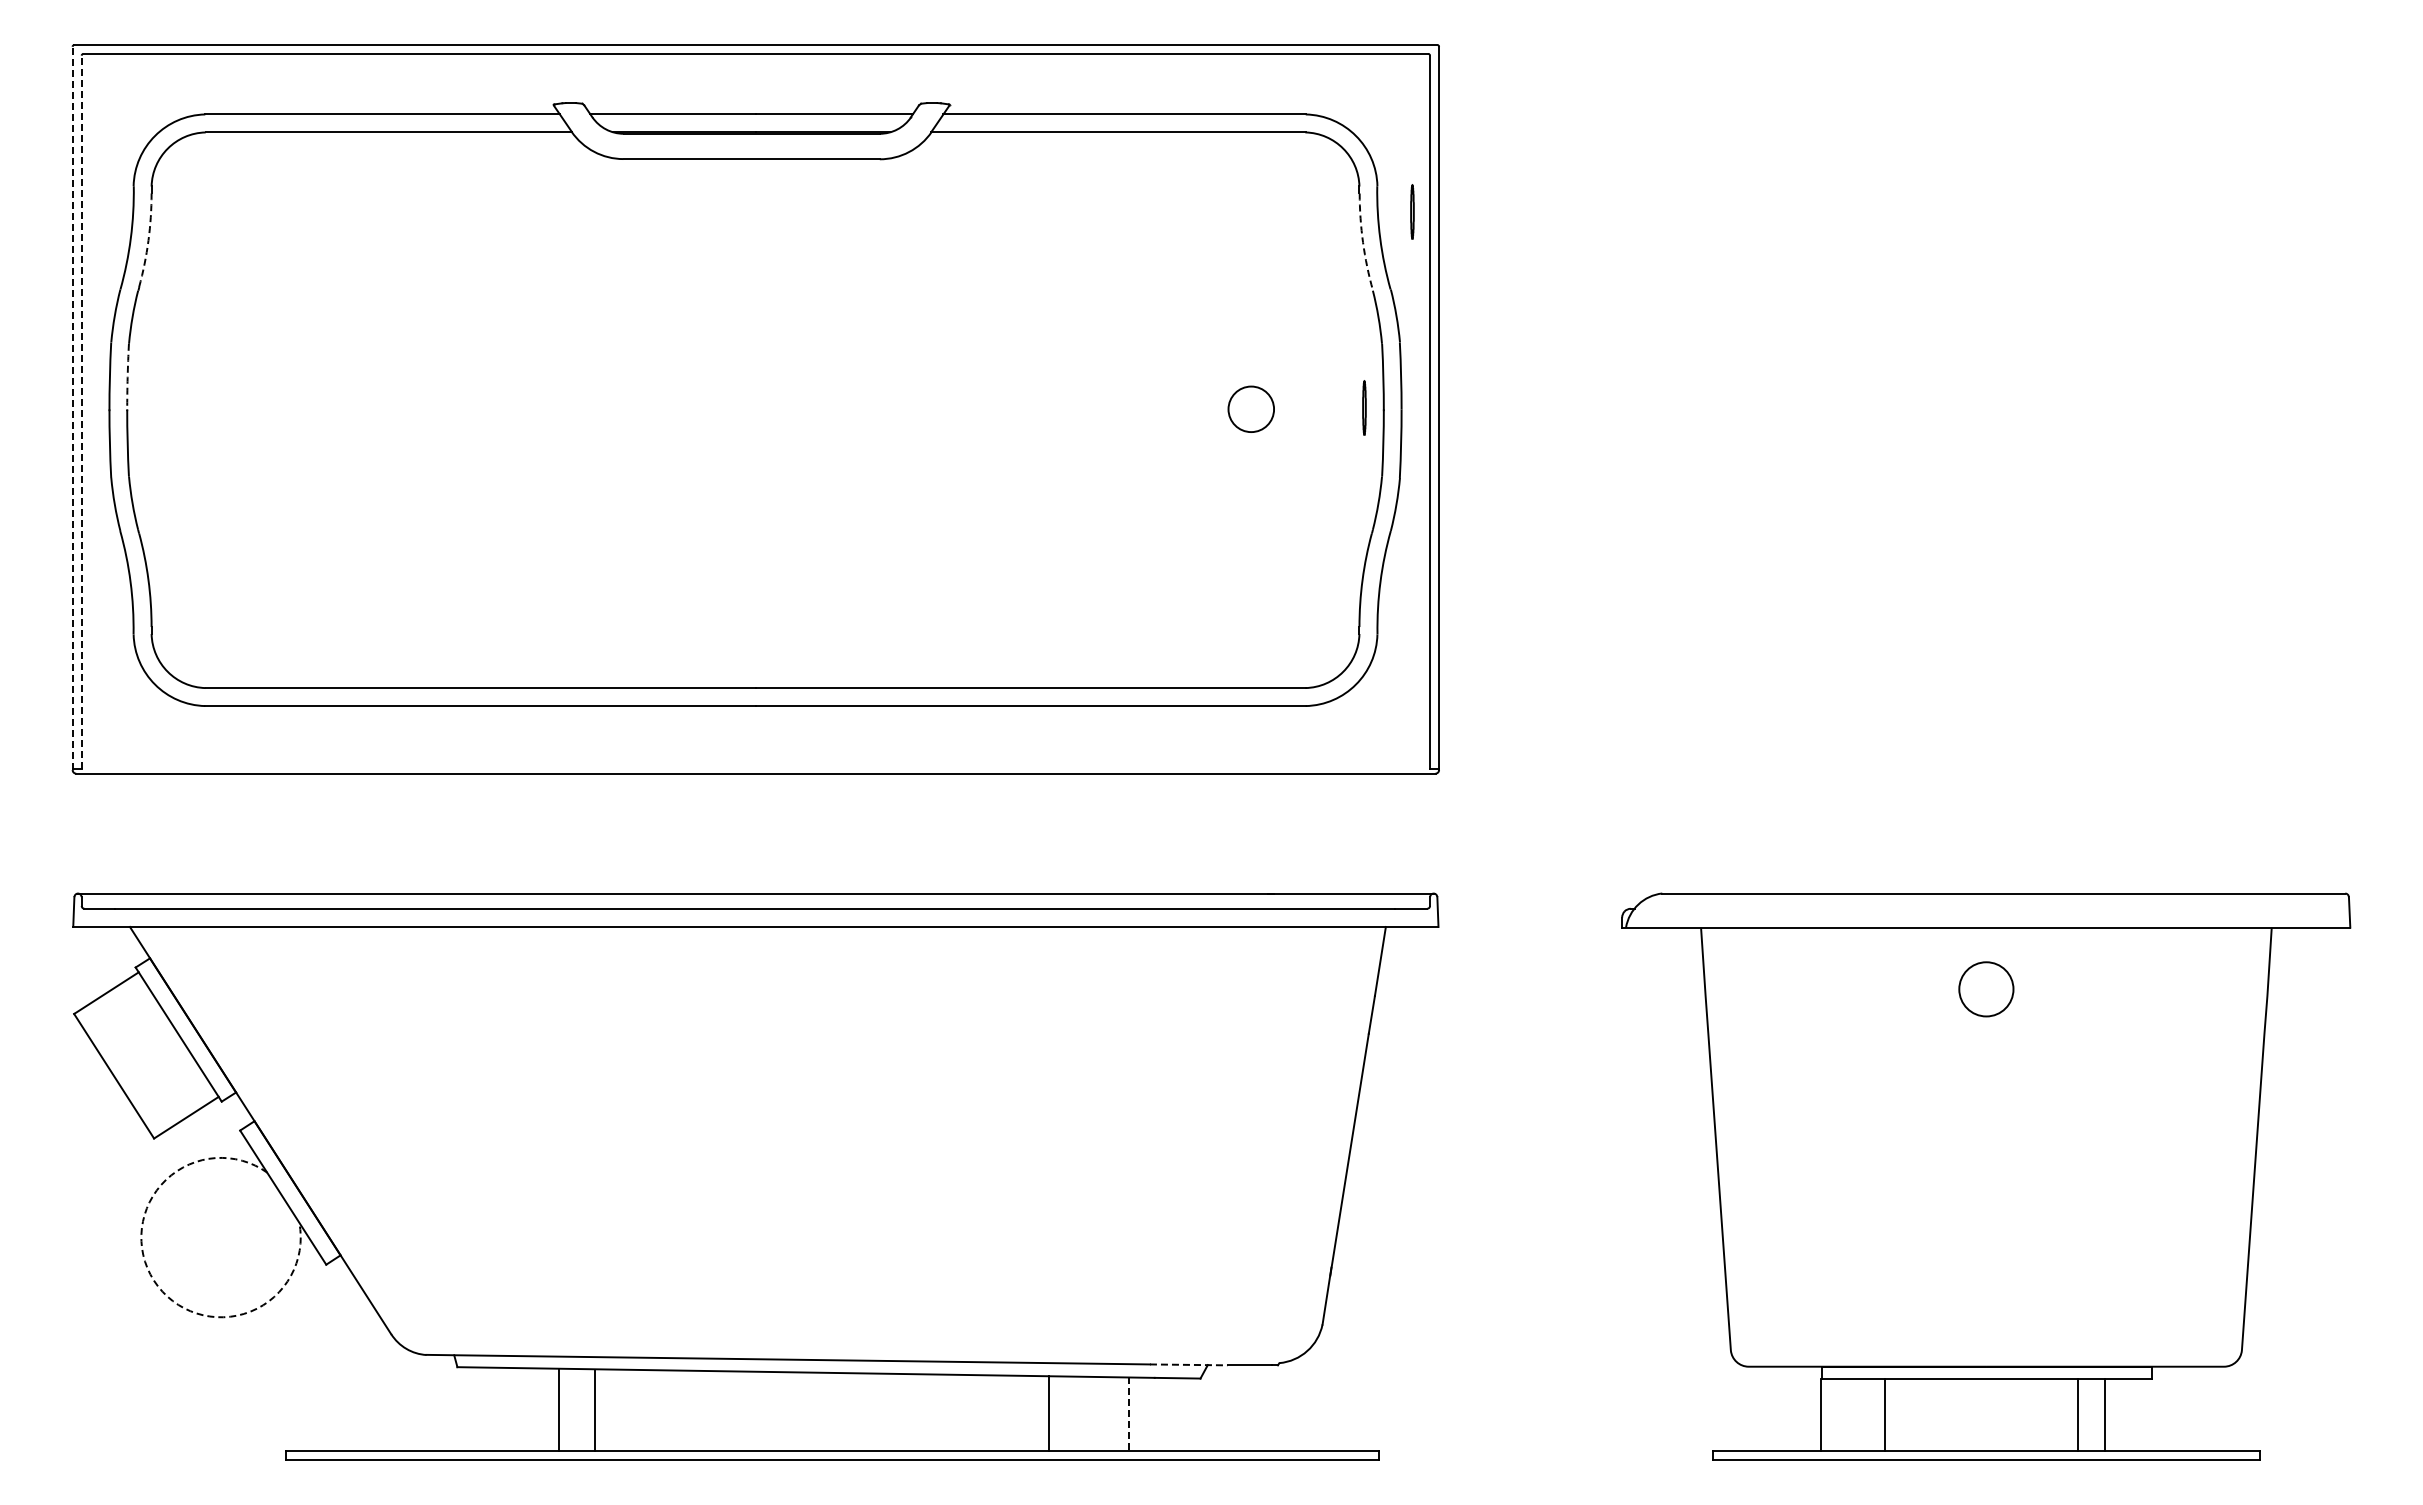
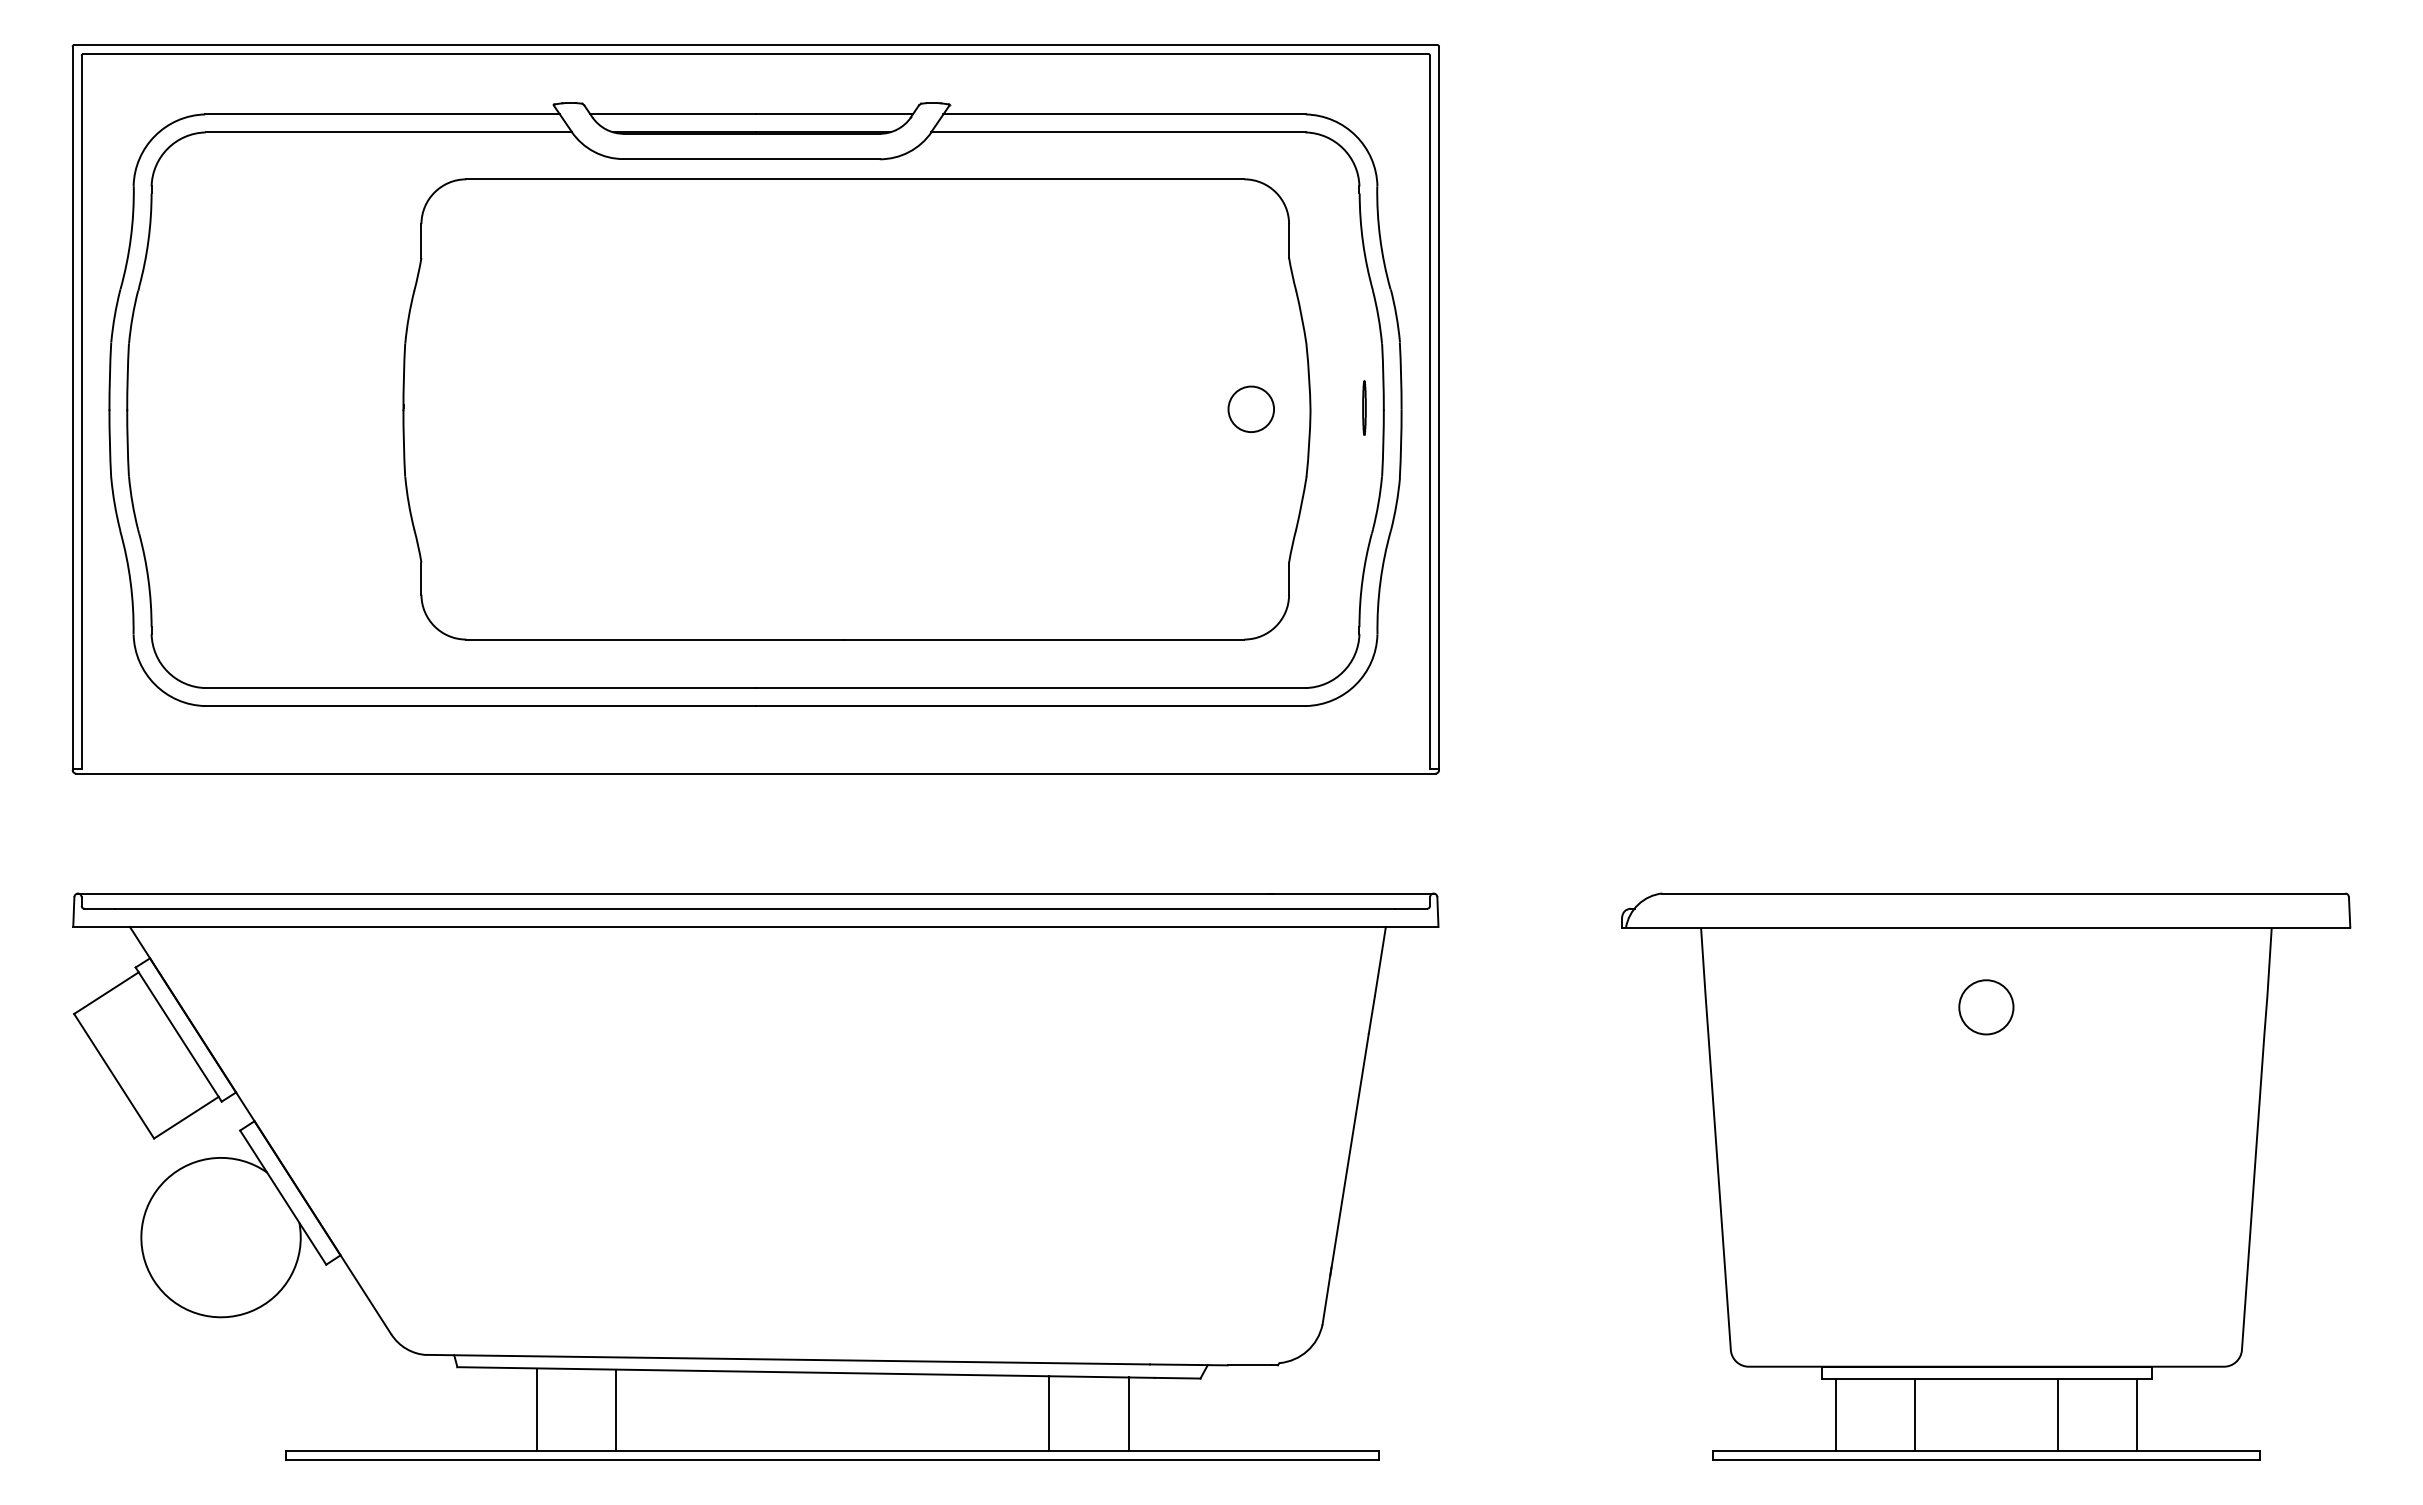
line at (1412, 211): present -> none
arc at (148, 240): dashed -> solid
arc at (1363, 242): dashed -> solid
arc at (127, 377): dashed -> solid
line at (72, 408): dashed -> solid
part at (856, 409): none -> present
line at (81, 412): dashed -> solid
circle at (1986, 989) position: (1986, 989) -> (1986, 1007)
arc at (153, 1280): dashed -> solid
line at (1188, 1364): dashed -> solid
line at (558, 1409) position: (558, 1409) -> (536, 1409)
line at (595, 1410) position: (595, 1410) -> (616, 1410)
line at (1128, 1414): dashed -> solid
line at (1820, 1414) position: (1820, 1414) -> (1835, 1414)
line at (1885, 1414) position: (1885, 1414) -> (1915, 1414)
line at (2077, 1414) position: (2077, 1414) -> (2057, 1414)
line at (2105, 1414) position: (2105, 1414) -> (2137, 1414)
